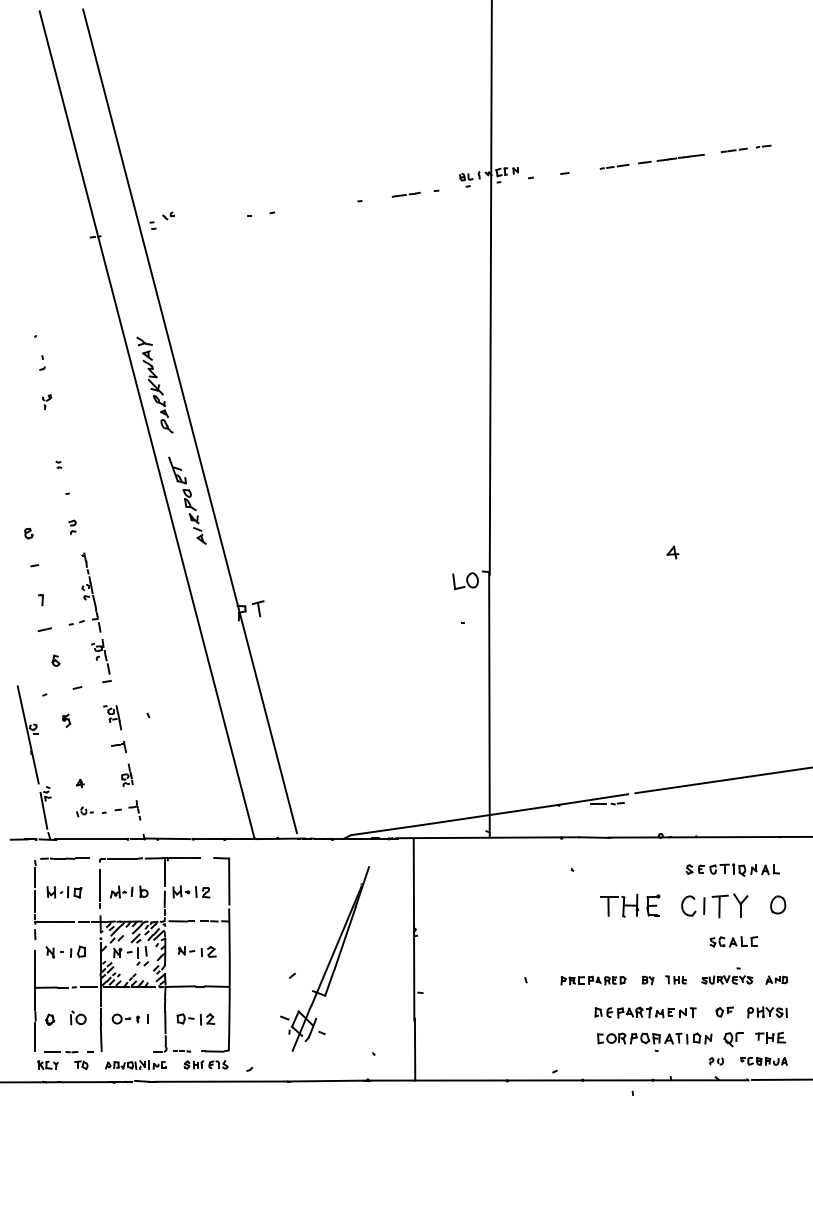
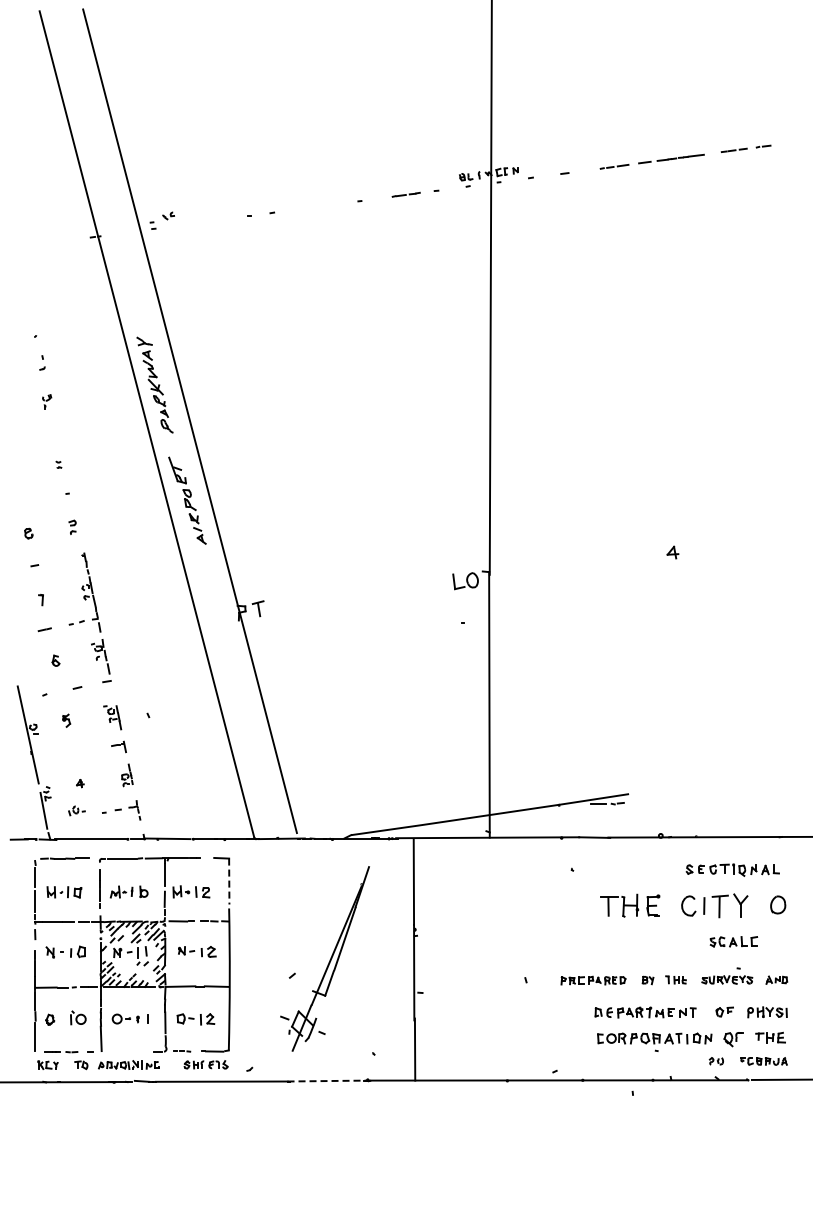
line at (722, 780): present -> none
part at (84, 811) position: (84, 811) -> (76, 810)
line at (229, 881): solid -> dashed
part at (135, 1064) position: (135, 1064) -> (128, 1064)
line at (327, 1081): solid -> dashed
